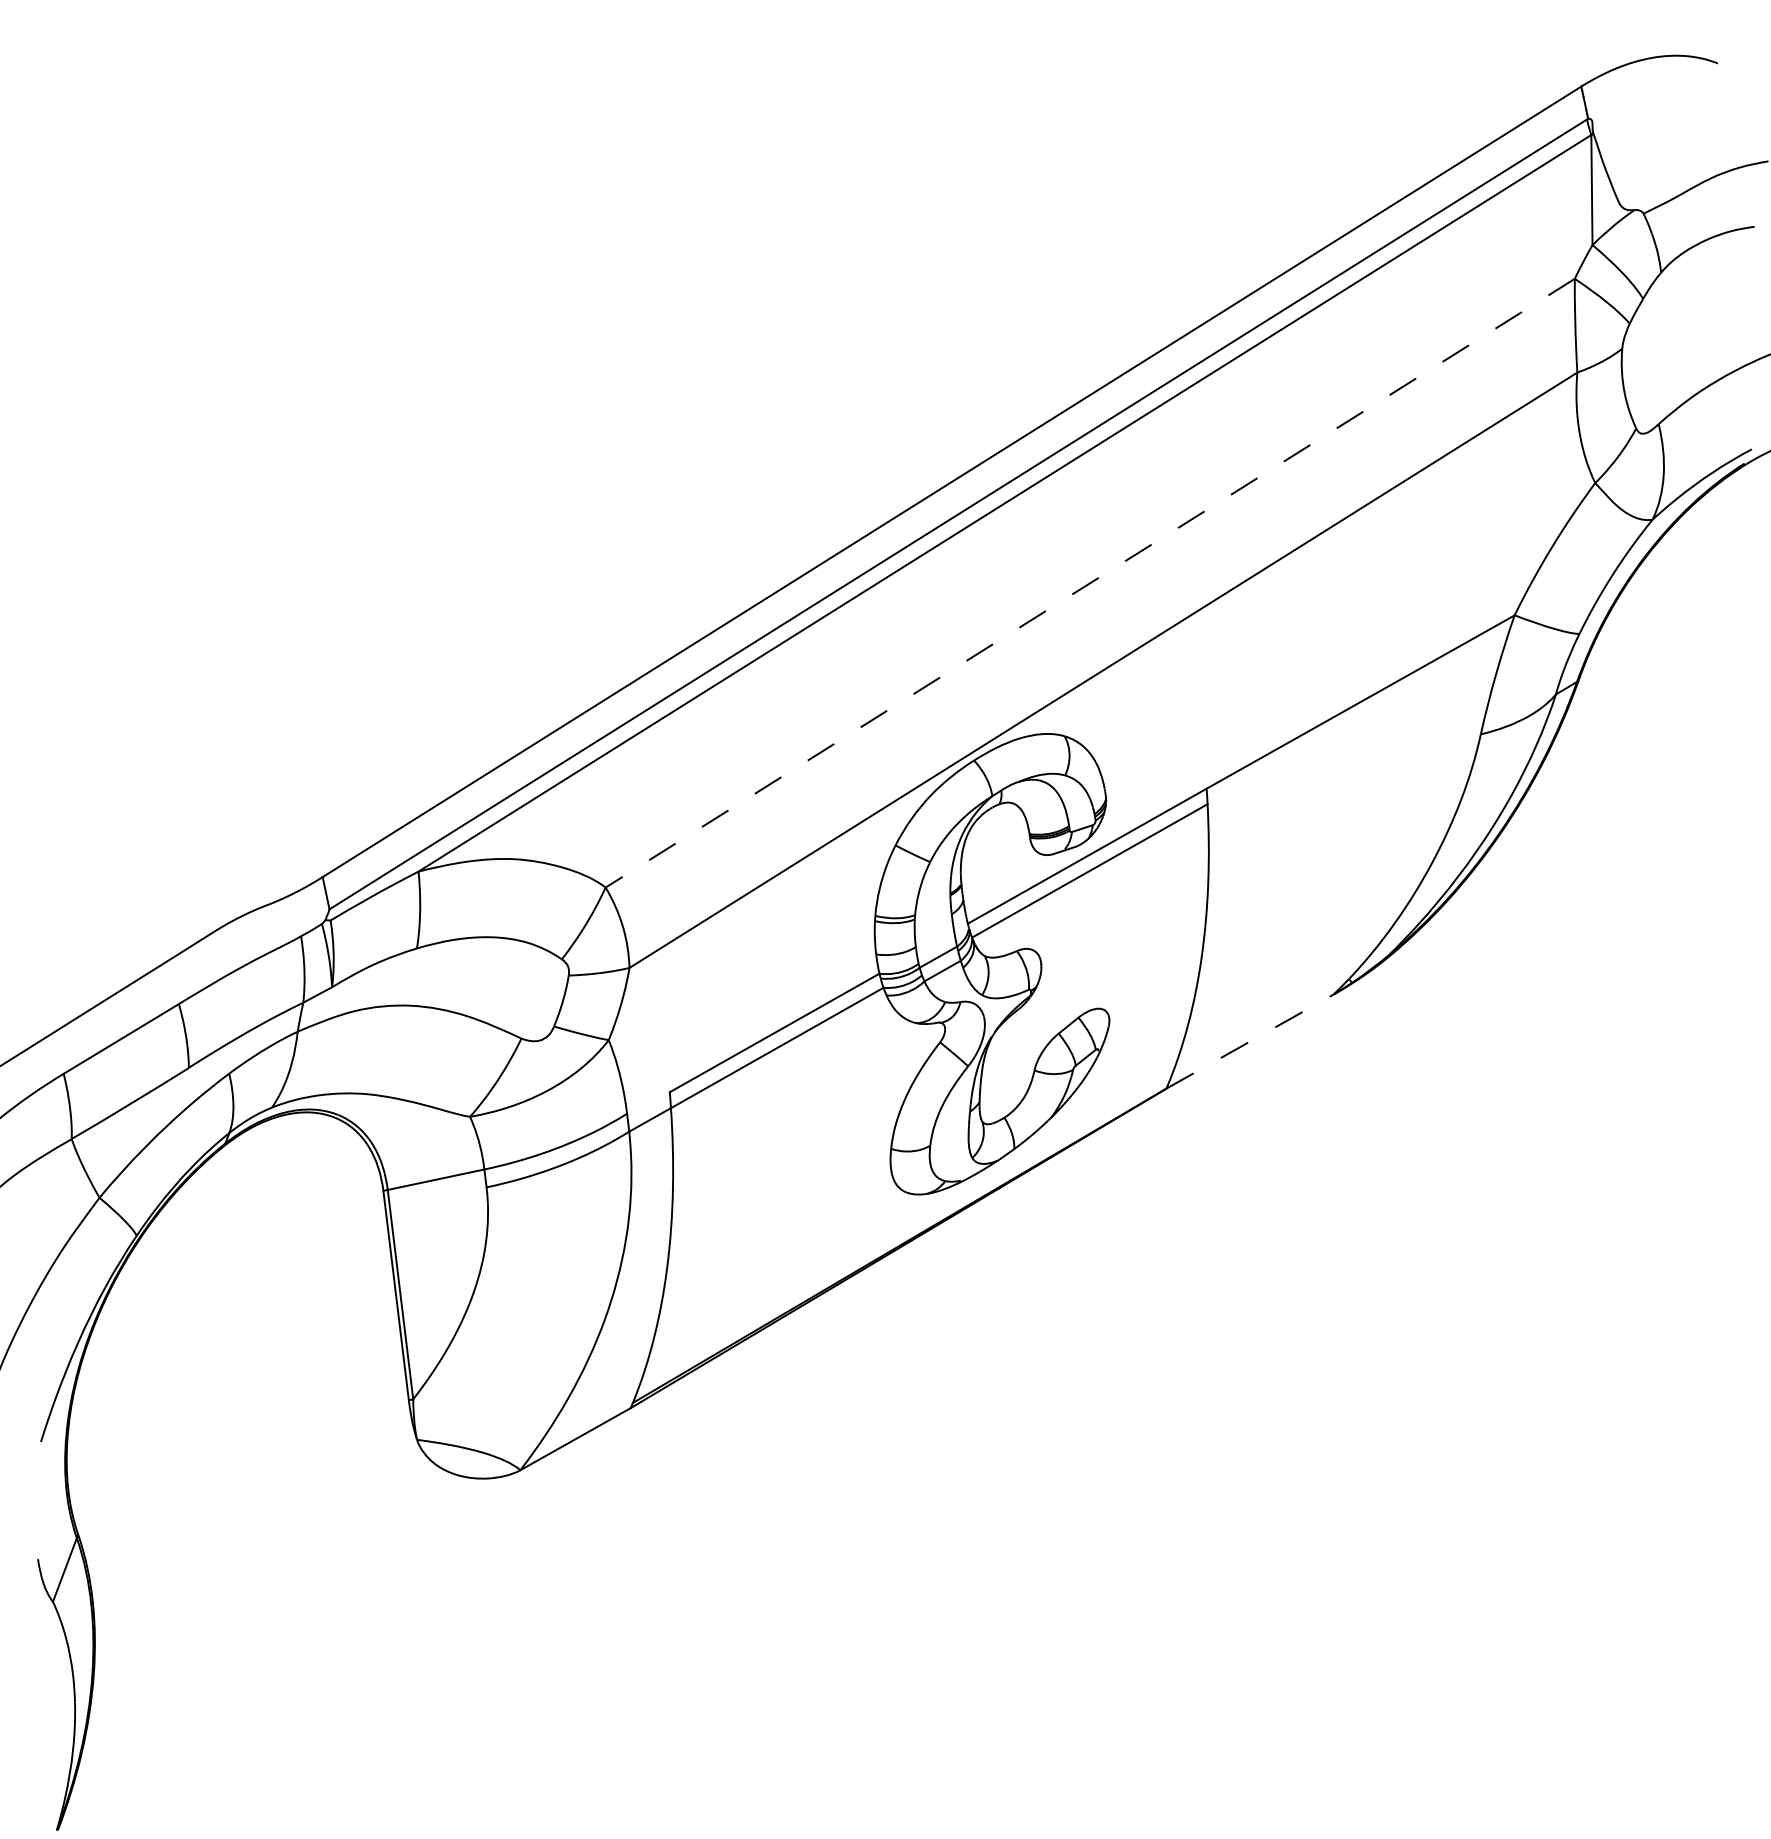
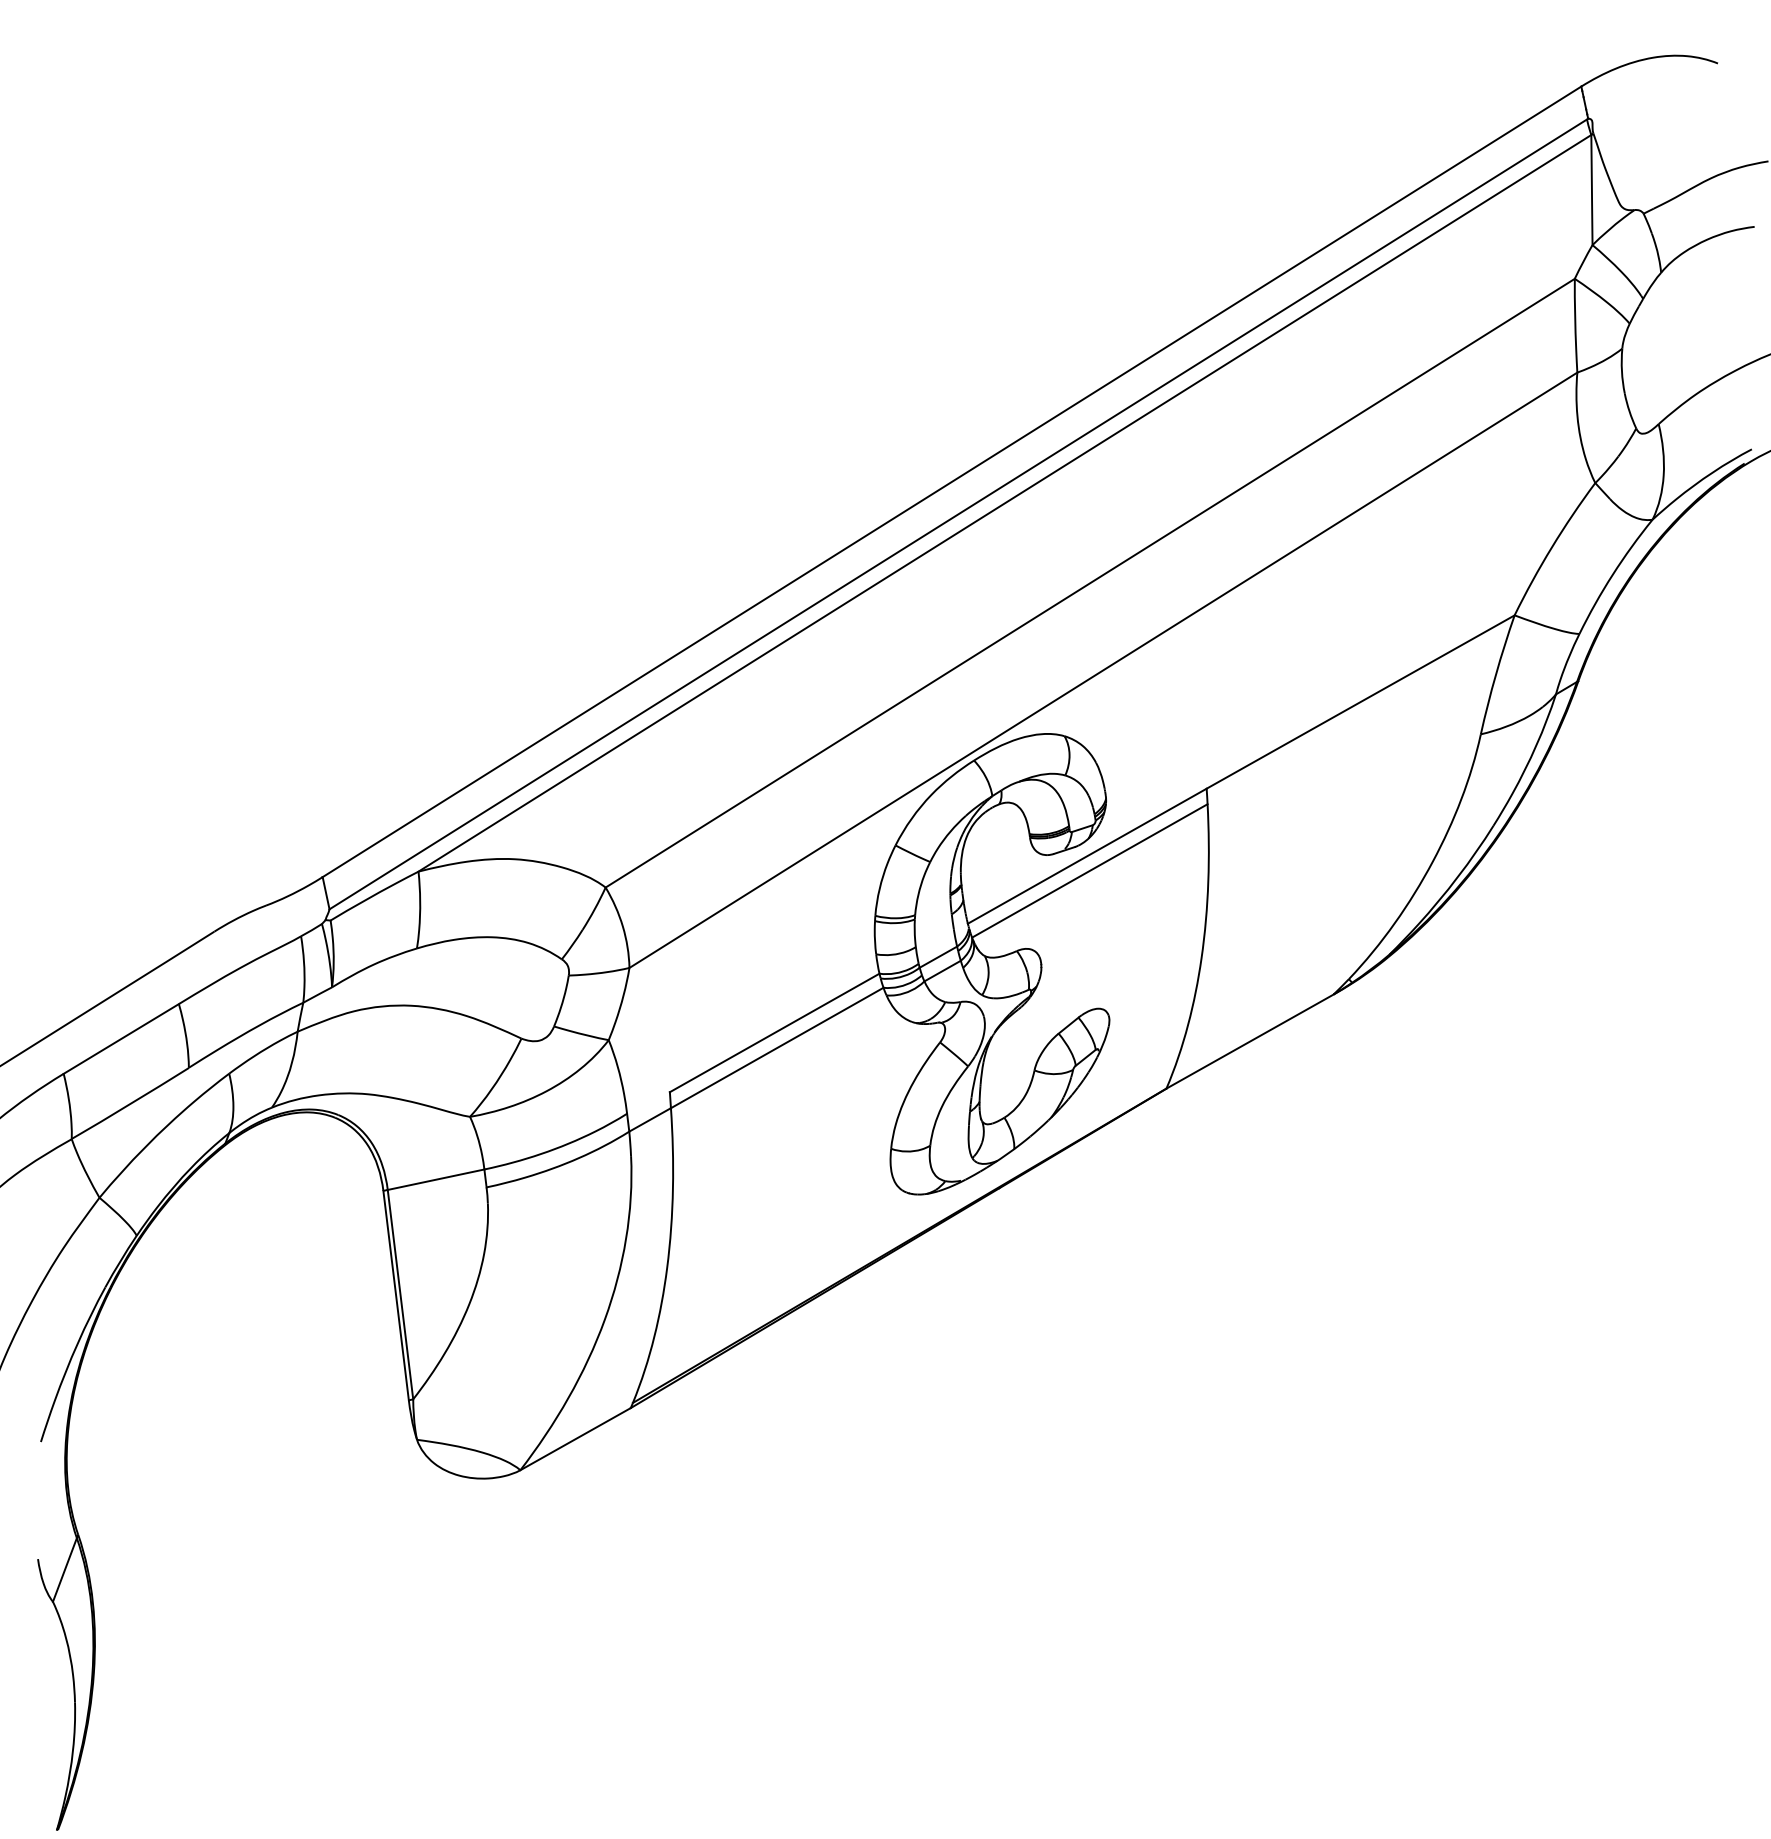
line at (1089, 583): dashed -> solid
line at (1250, 1041): dashed -> solid
